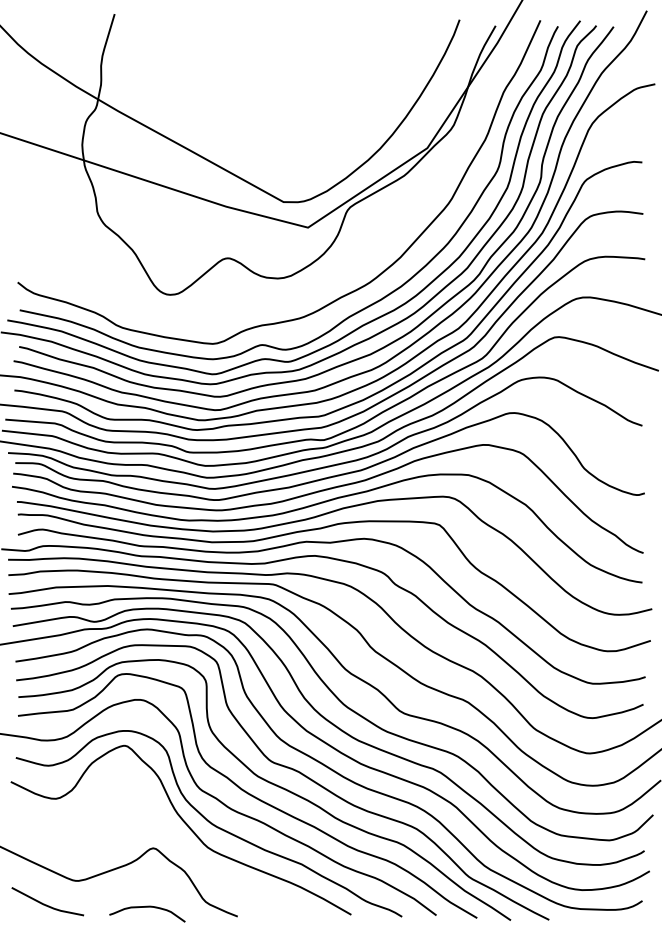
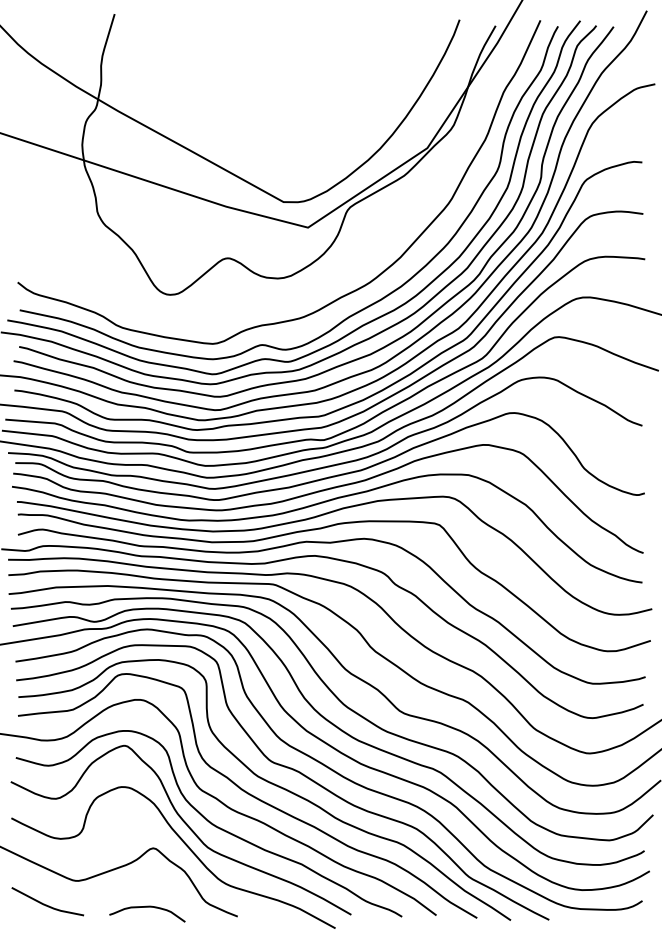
curve at (185, 845): none -> present
